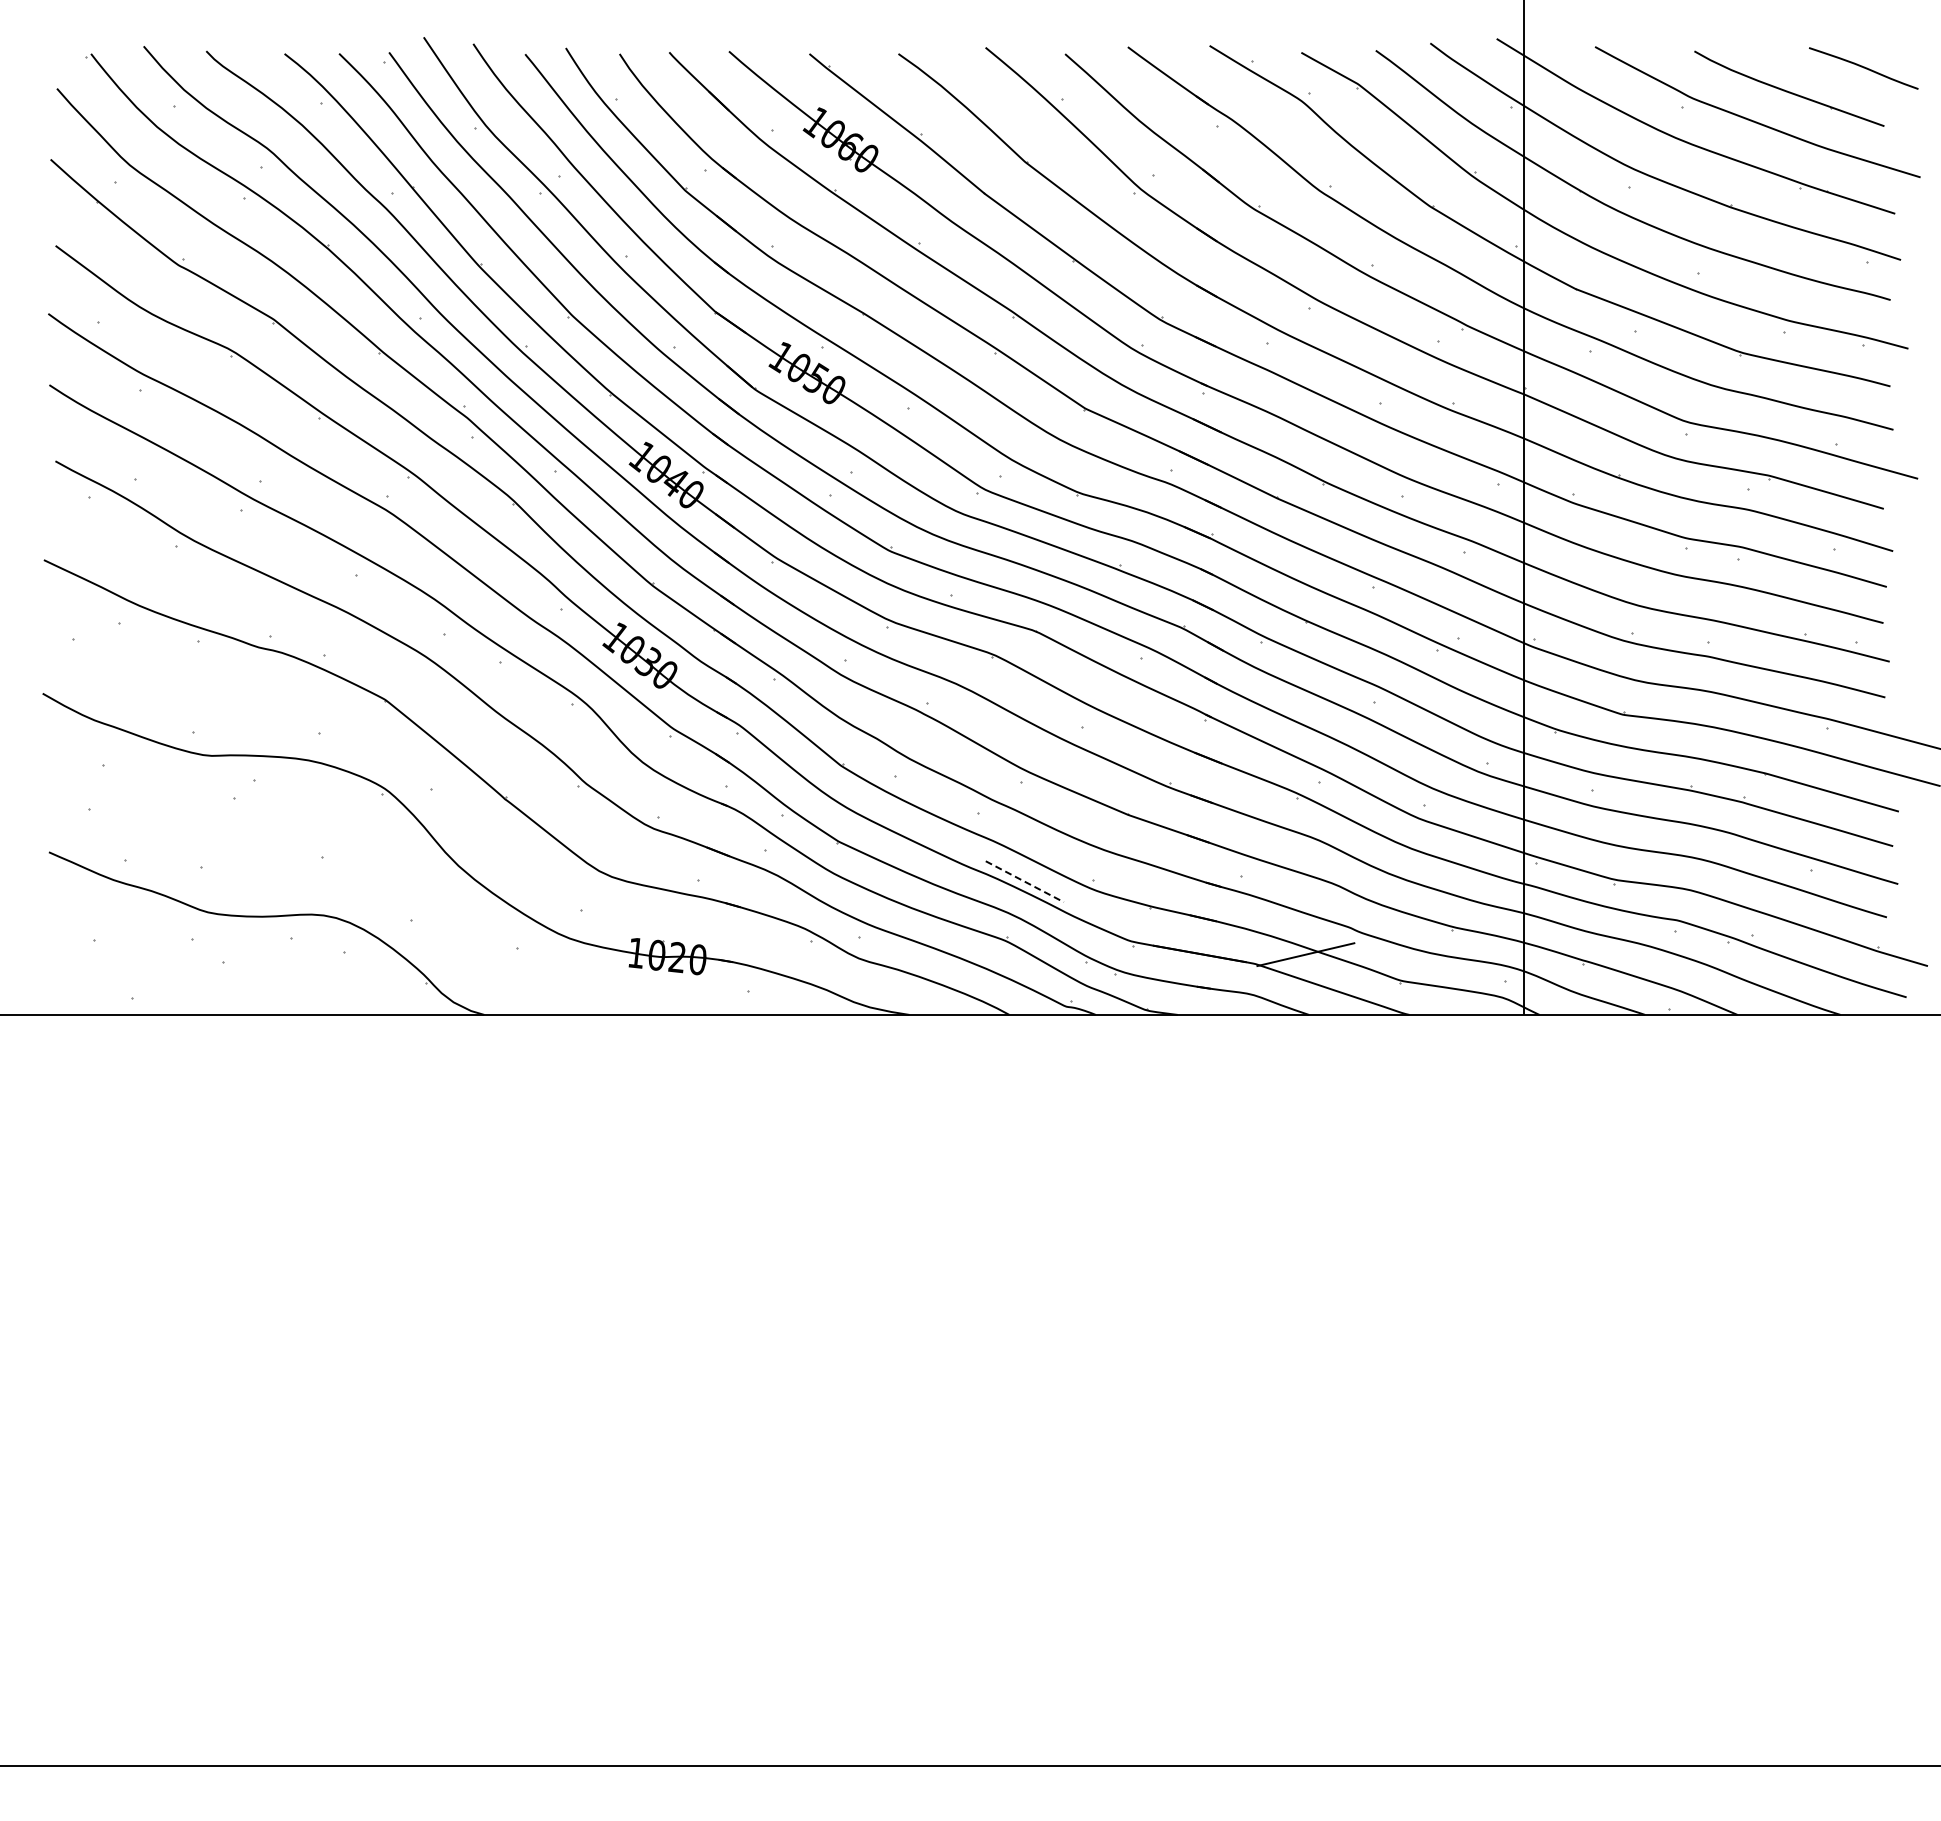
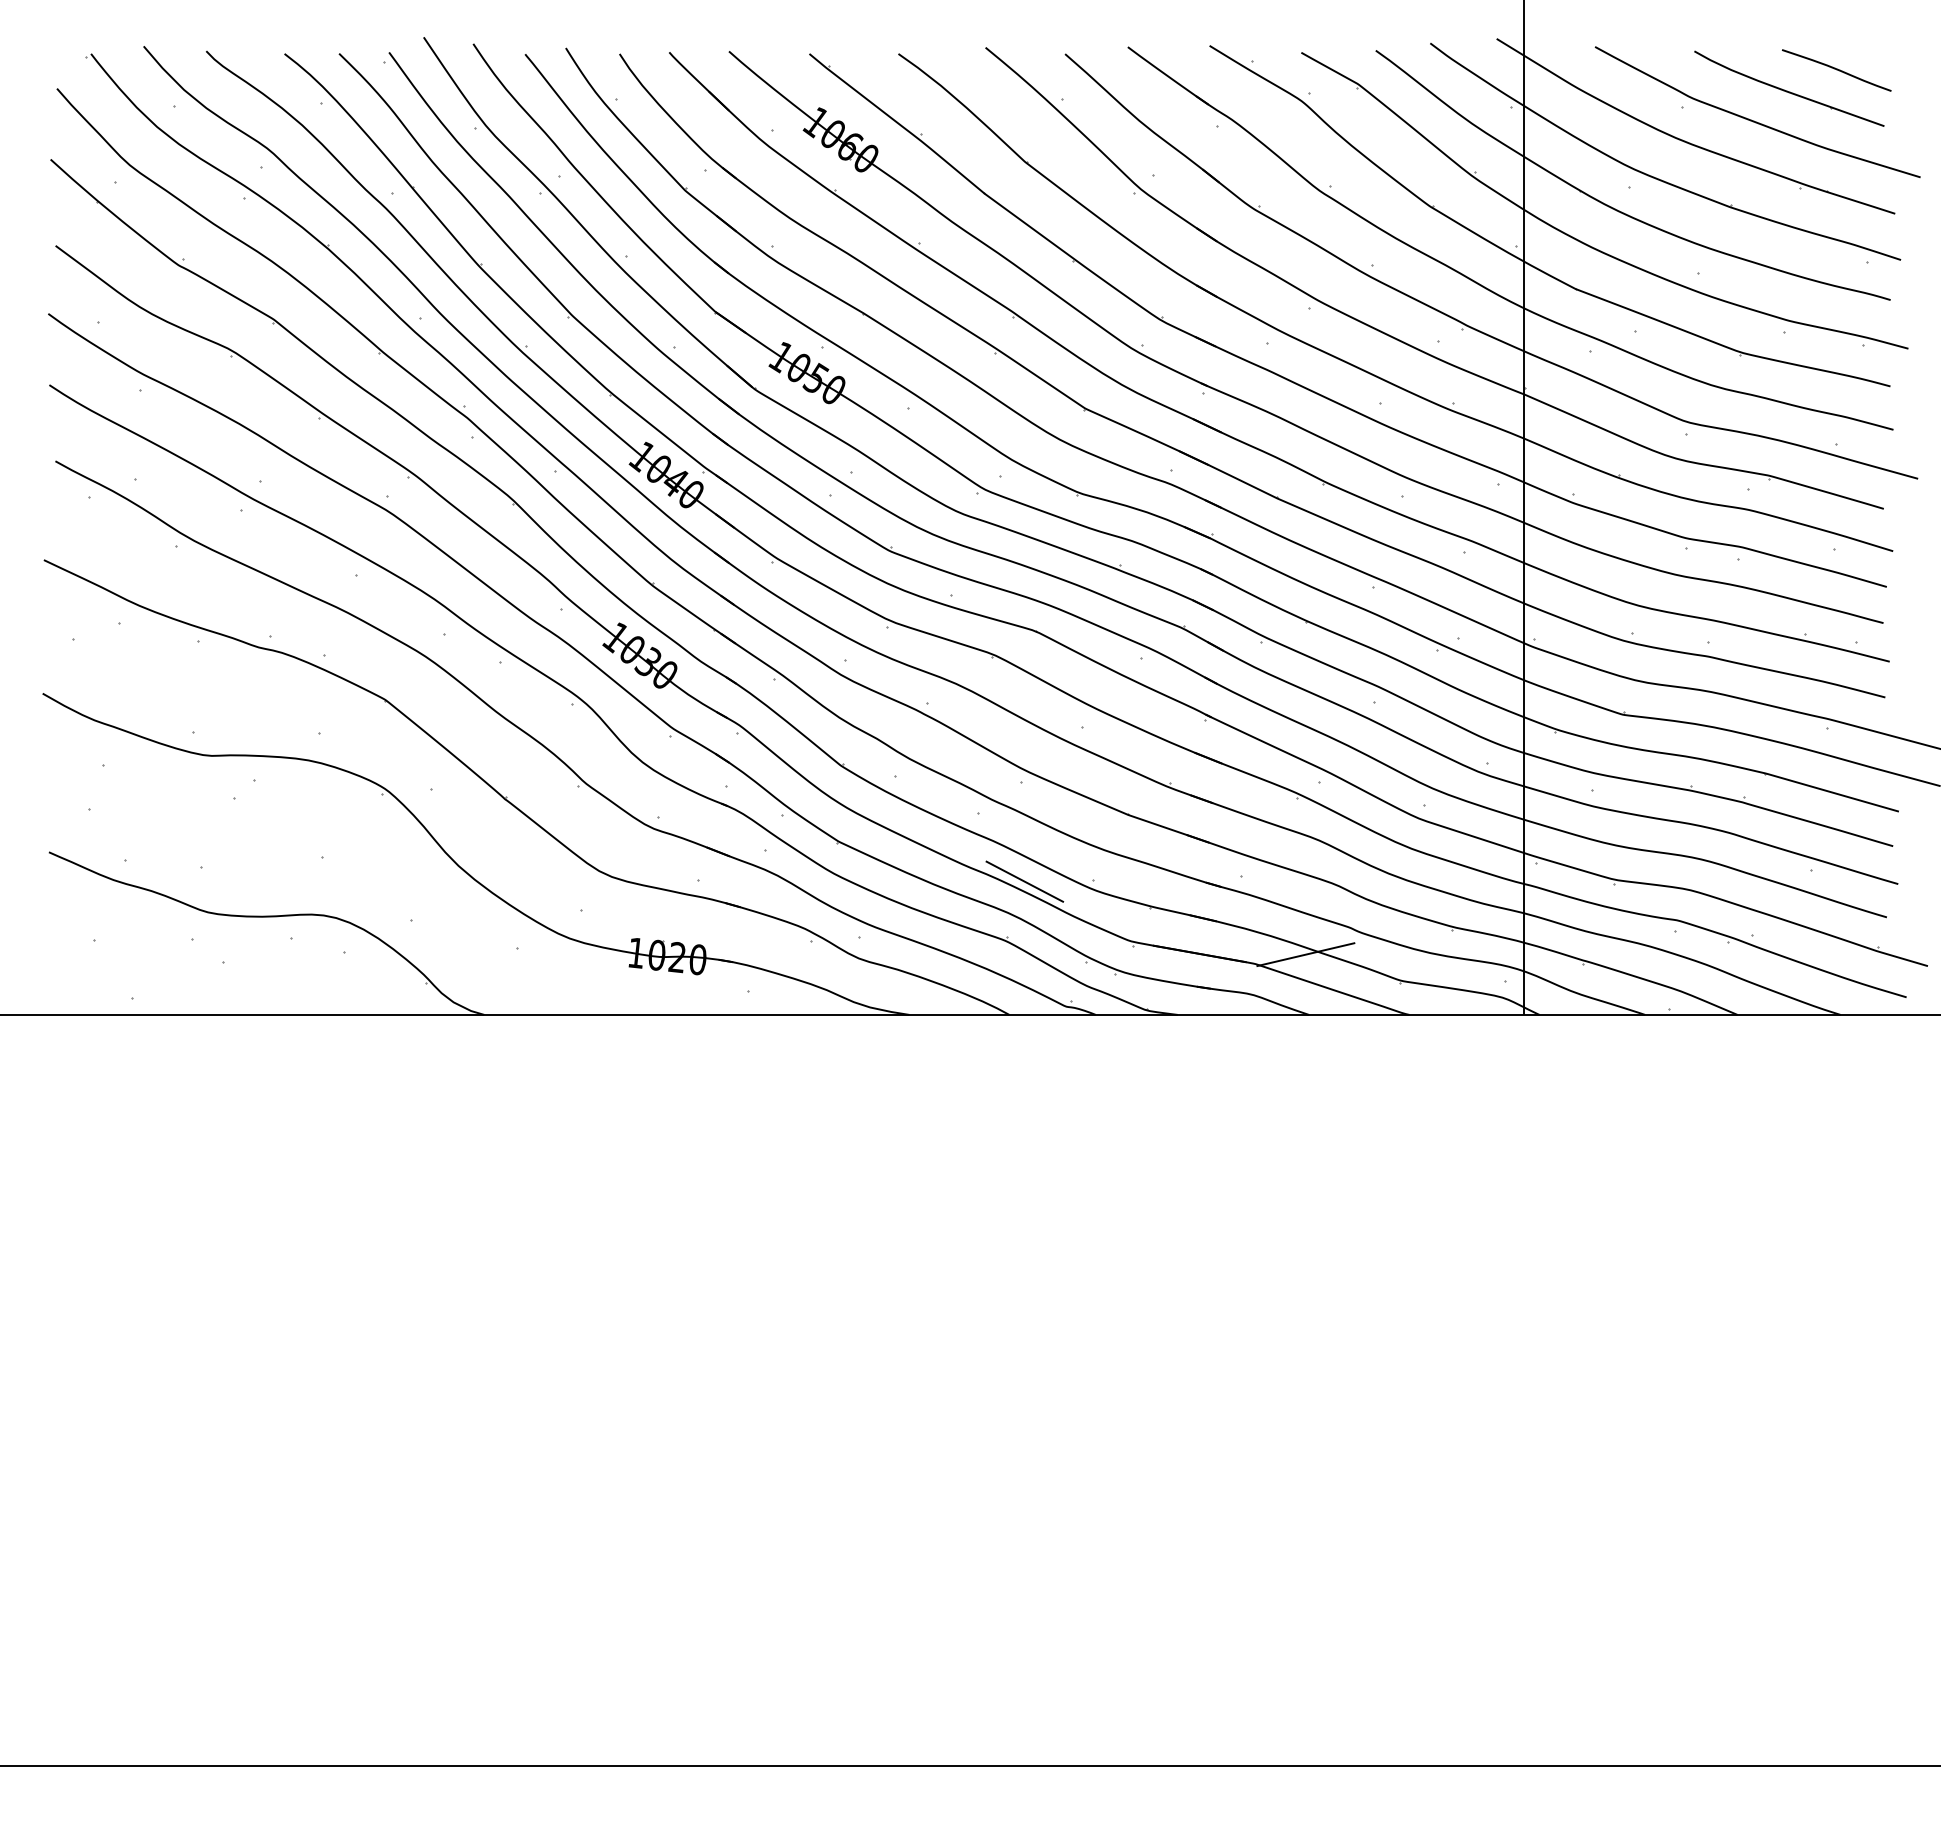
curve at (1863, 68) position: (1863, 68) -> (1836, 70)
line at (1025, 881): dashed -> solid
